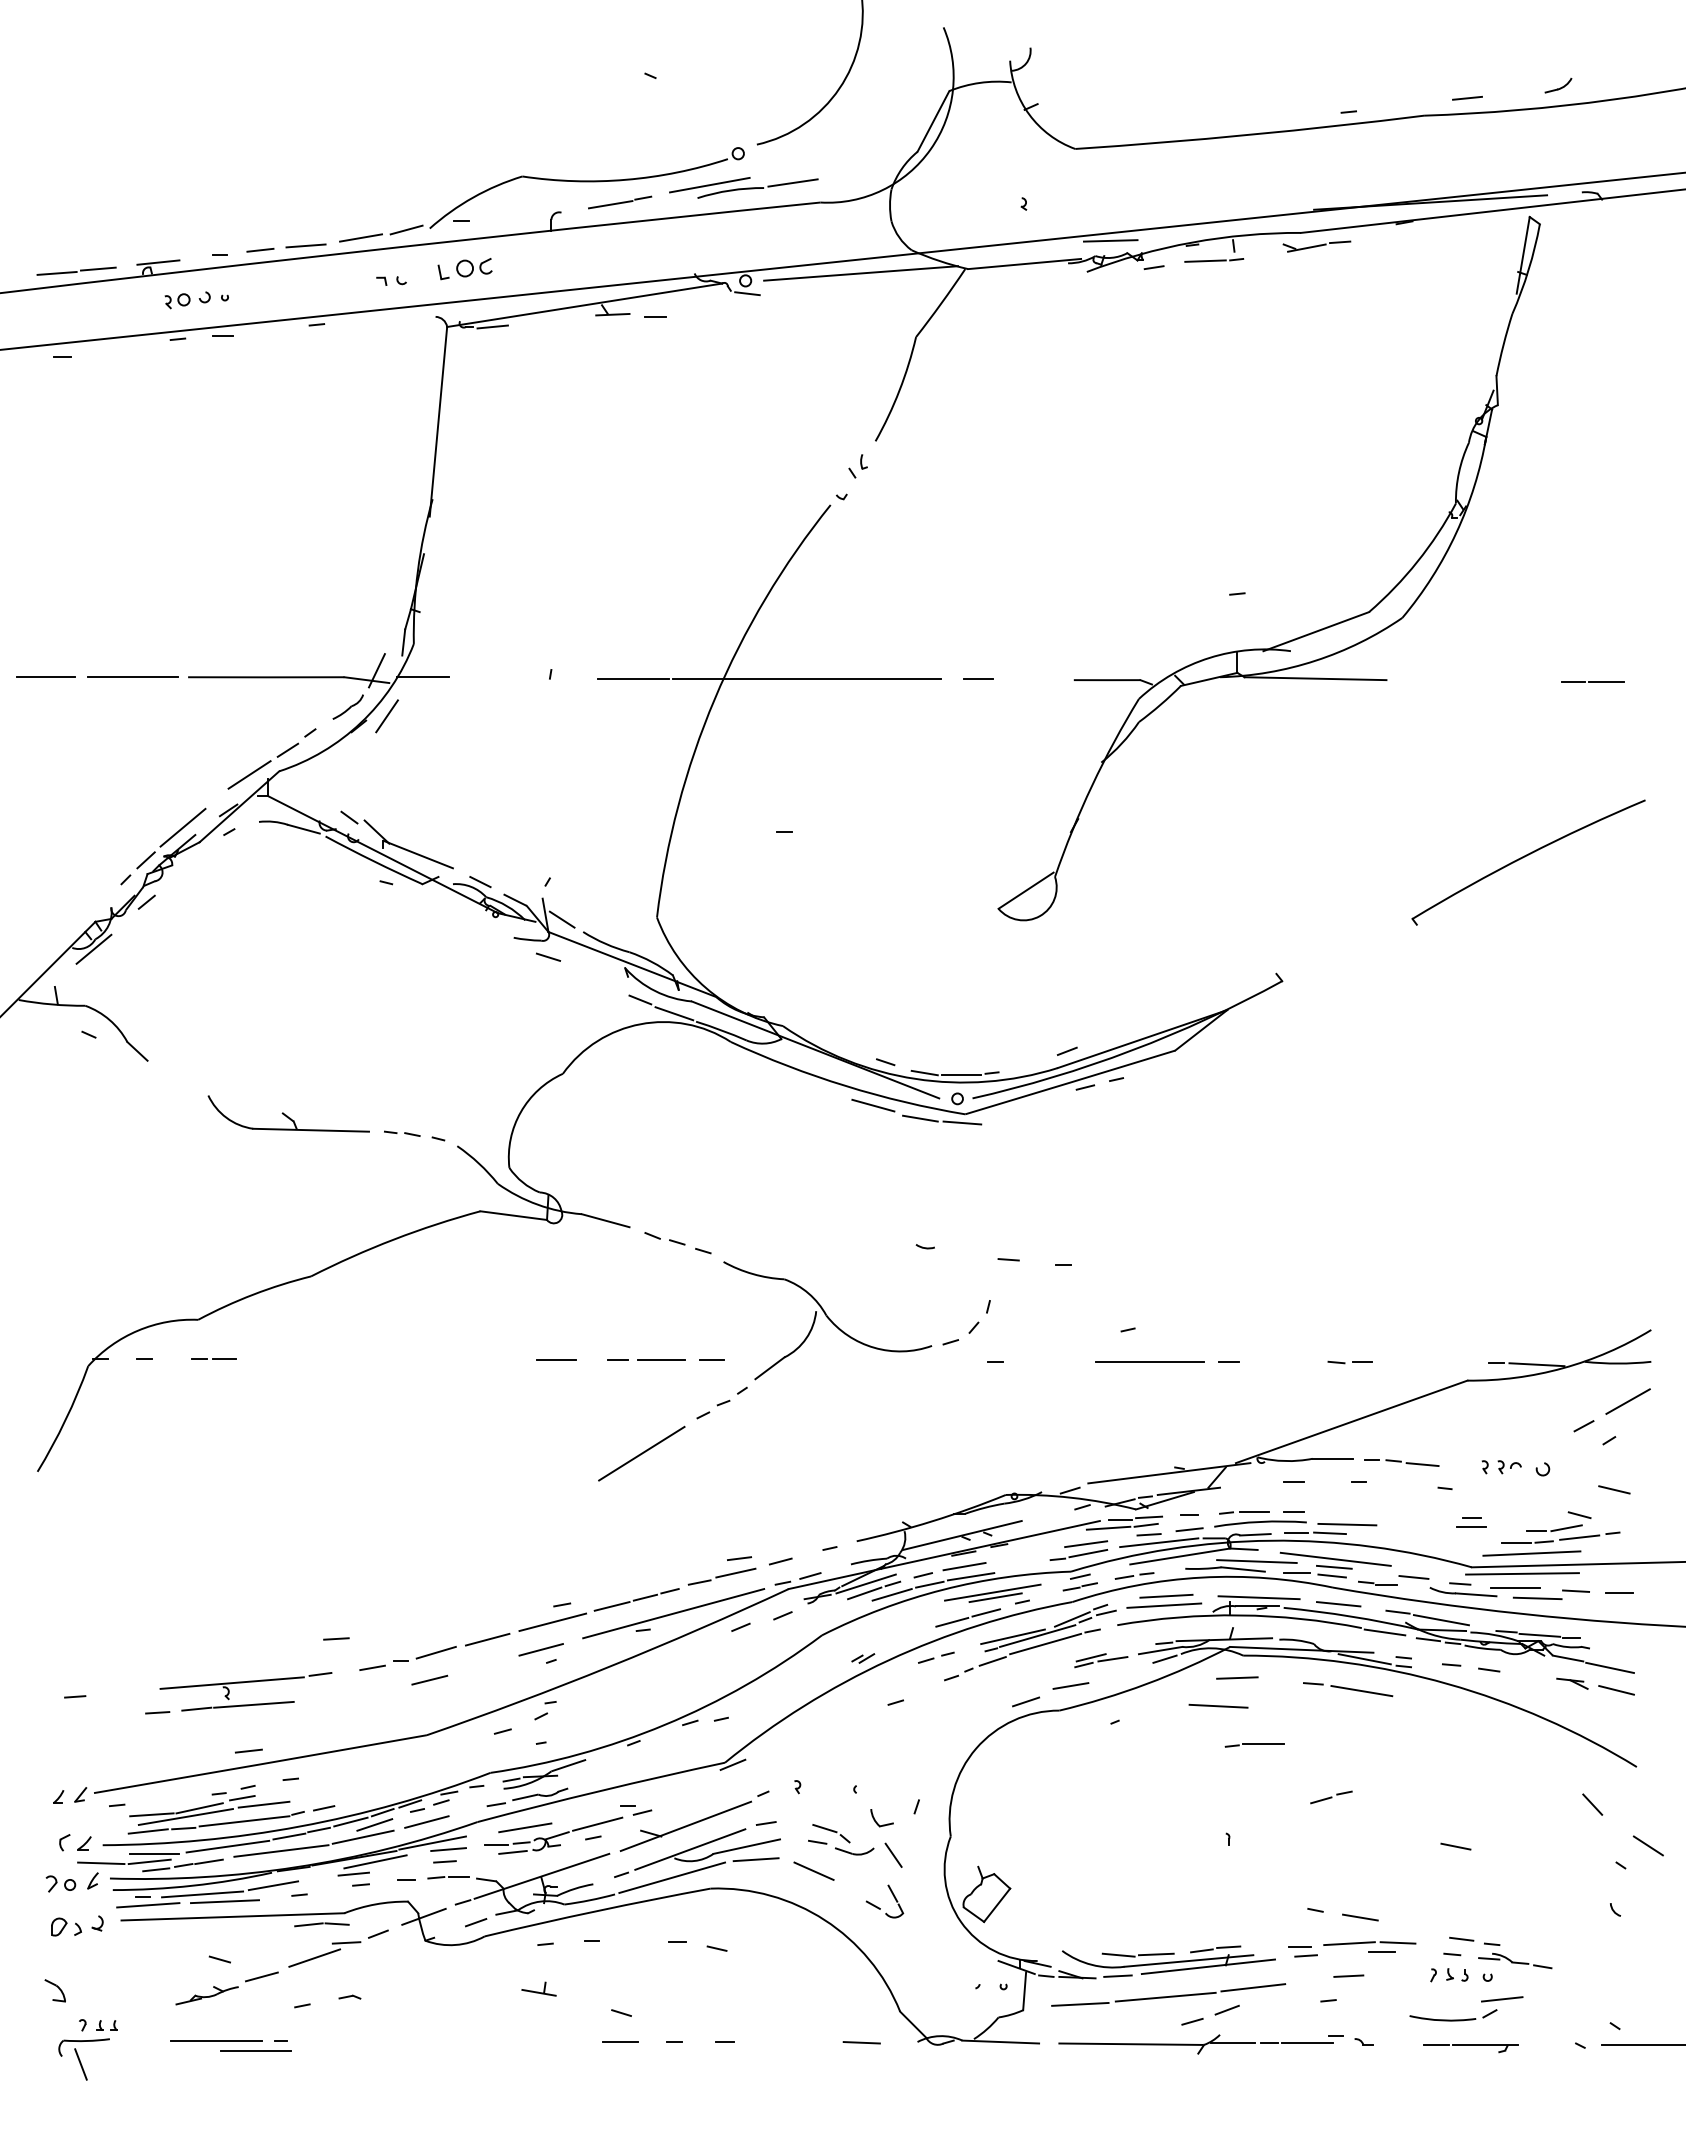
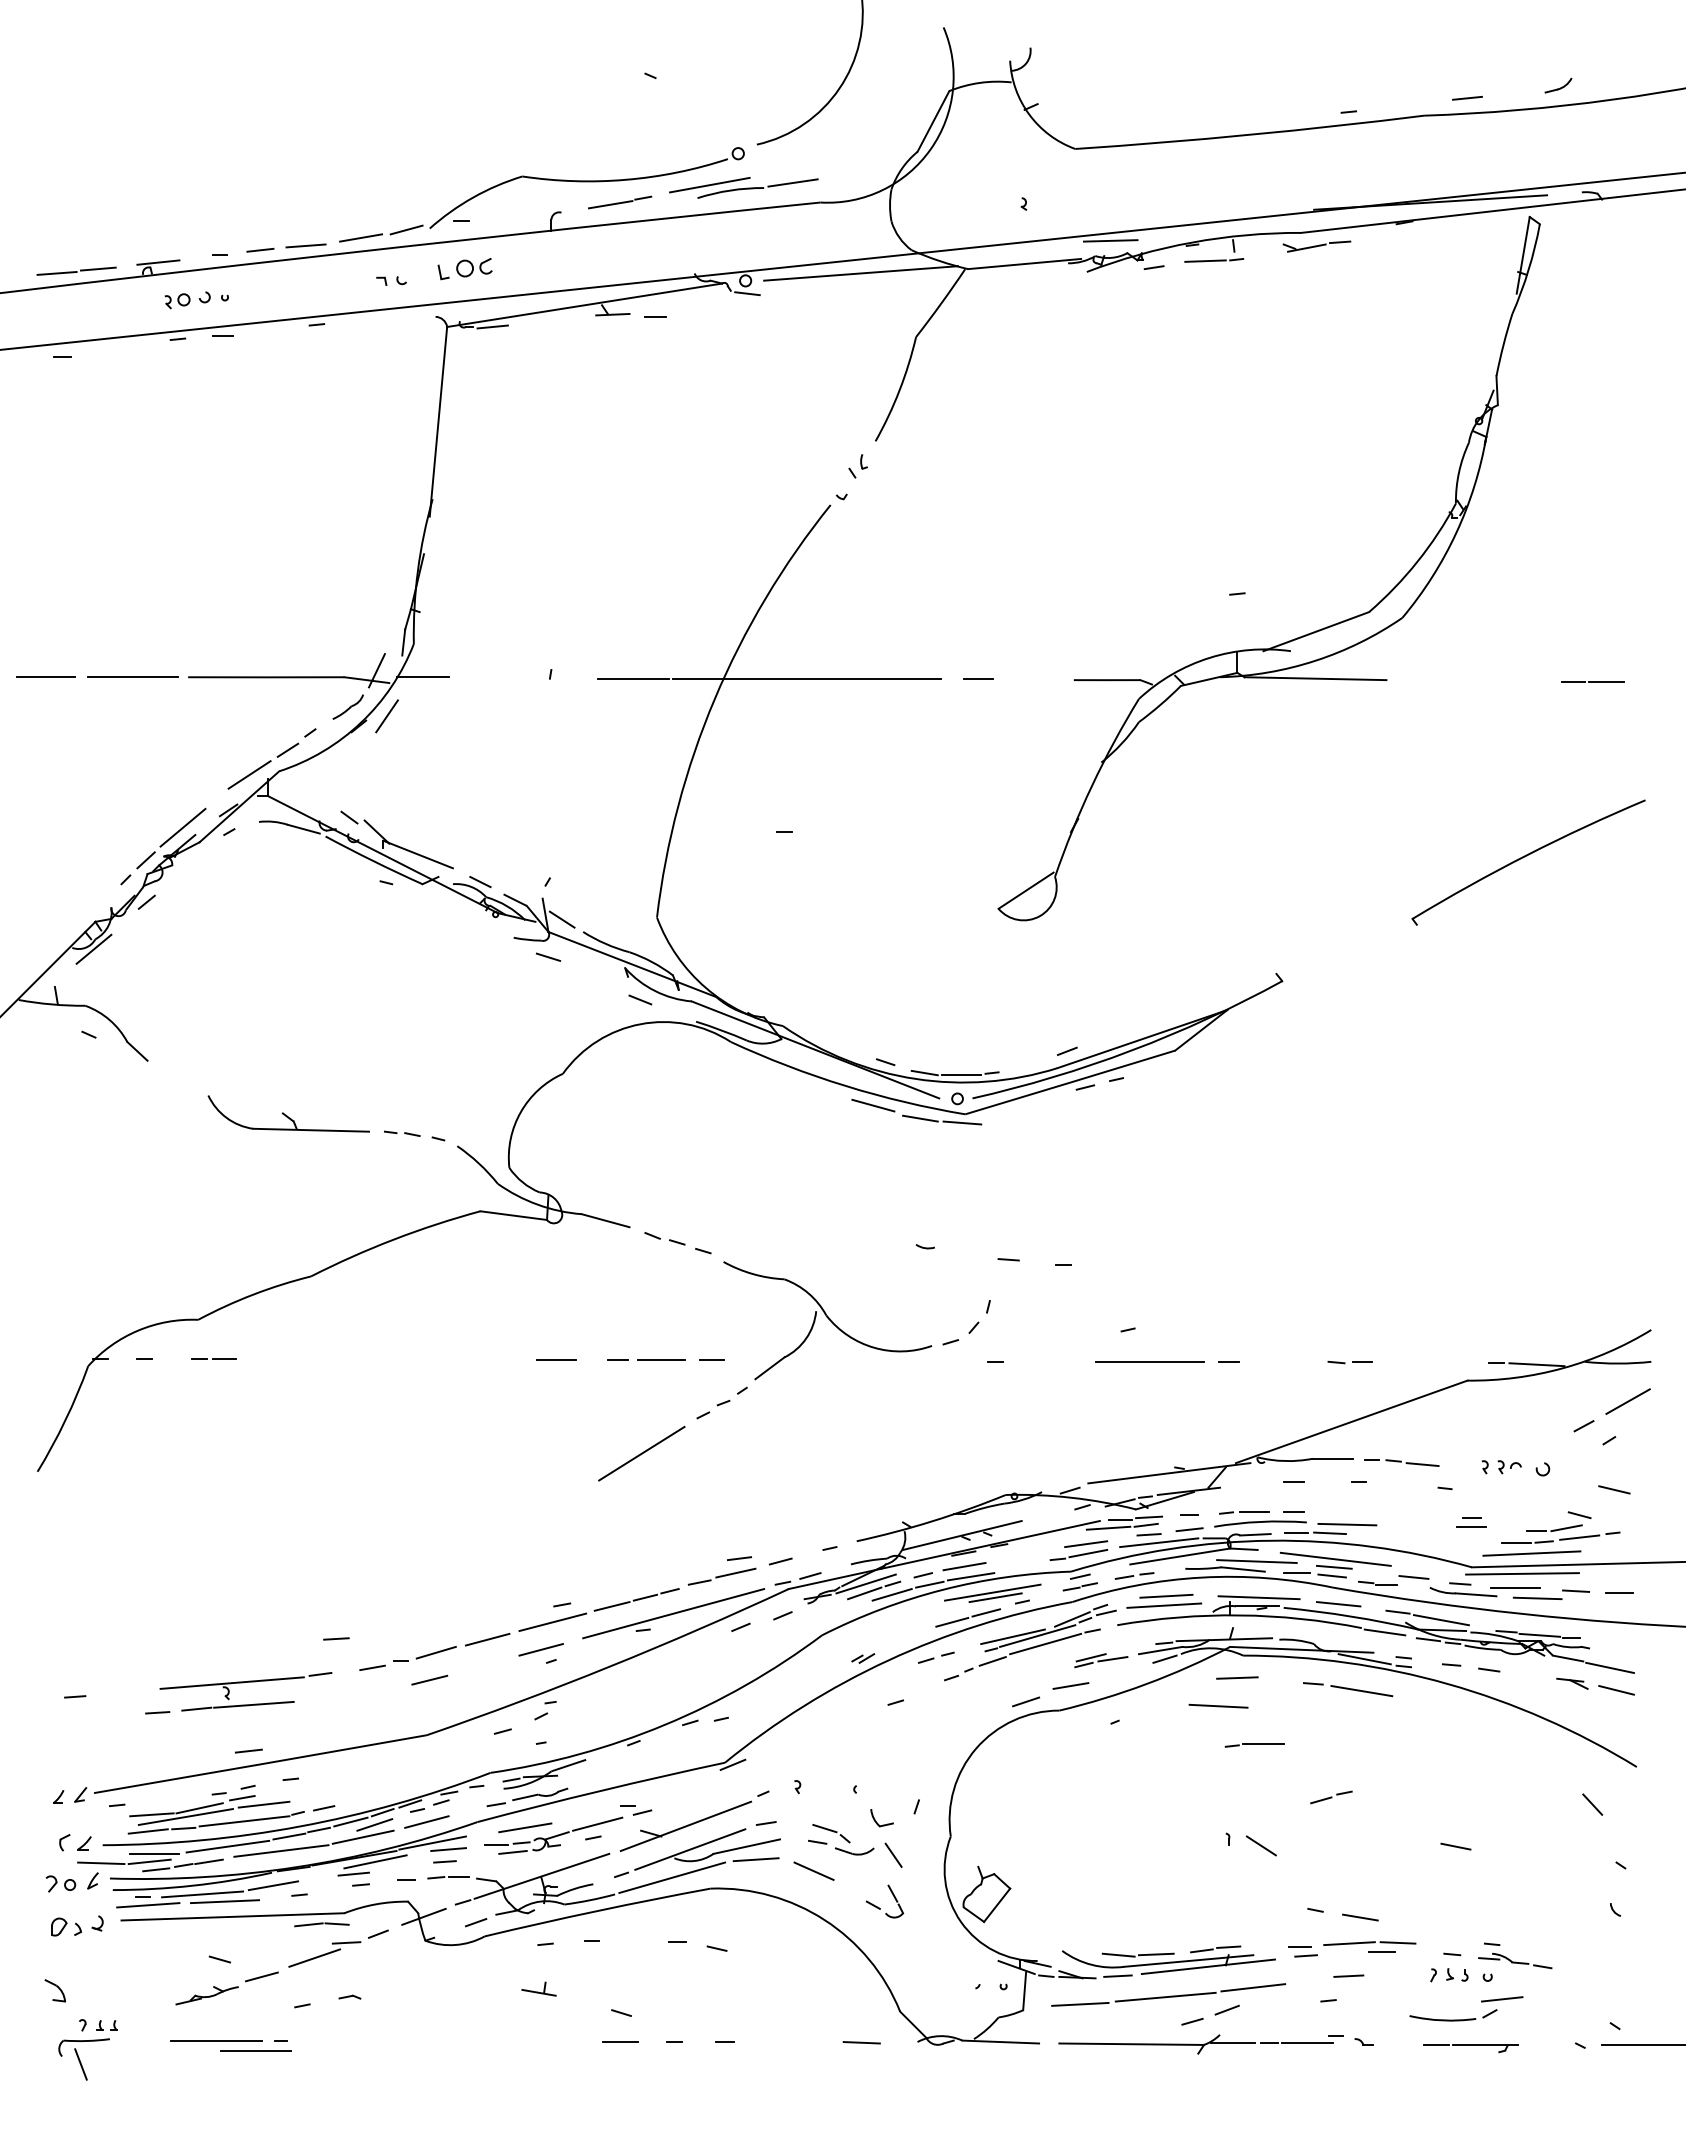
line at (674, 1013): present -> none
line at (1647, 1845) position: (1647, 1845) -> (1260, 1845)
line at (1461, 1938): present -> none
